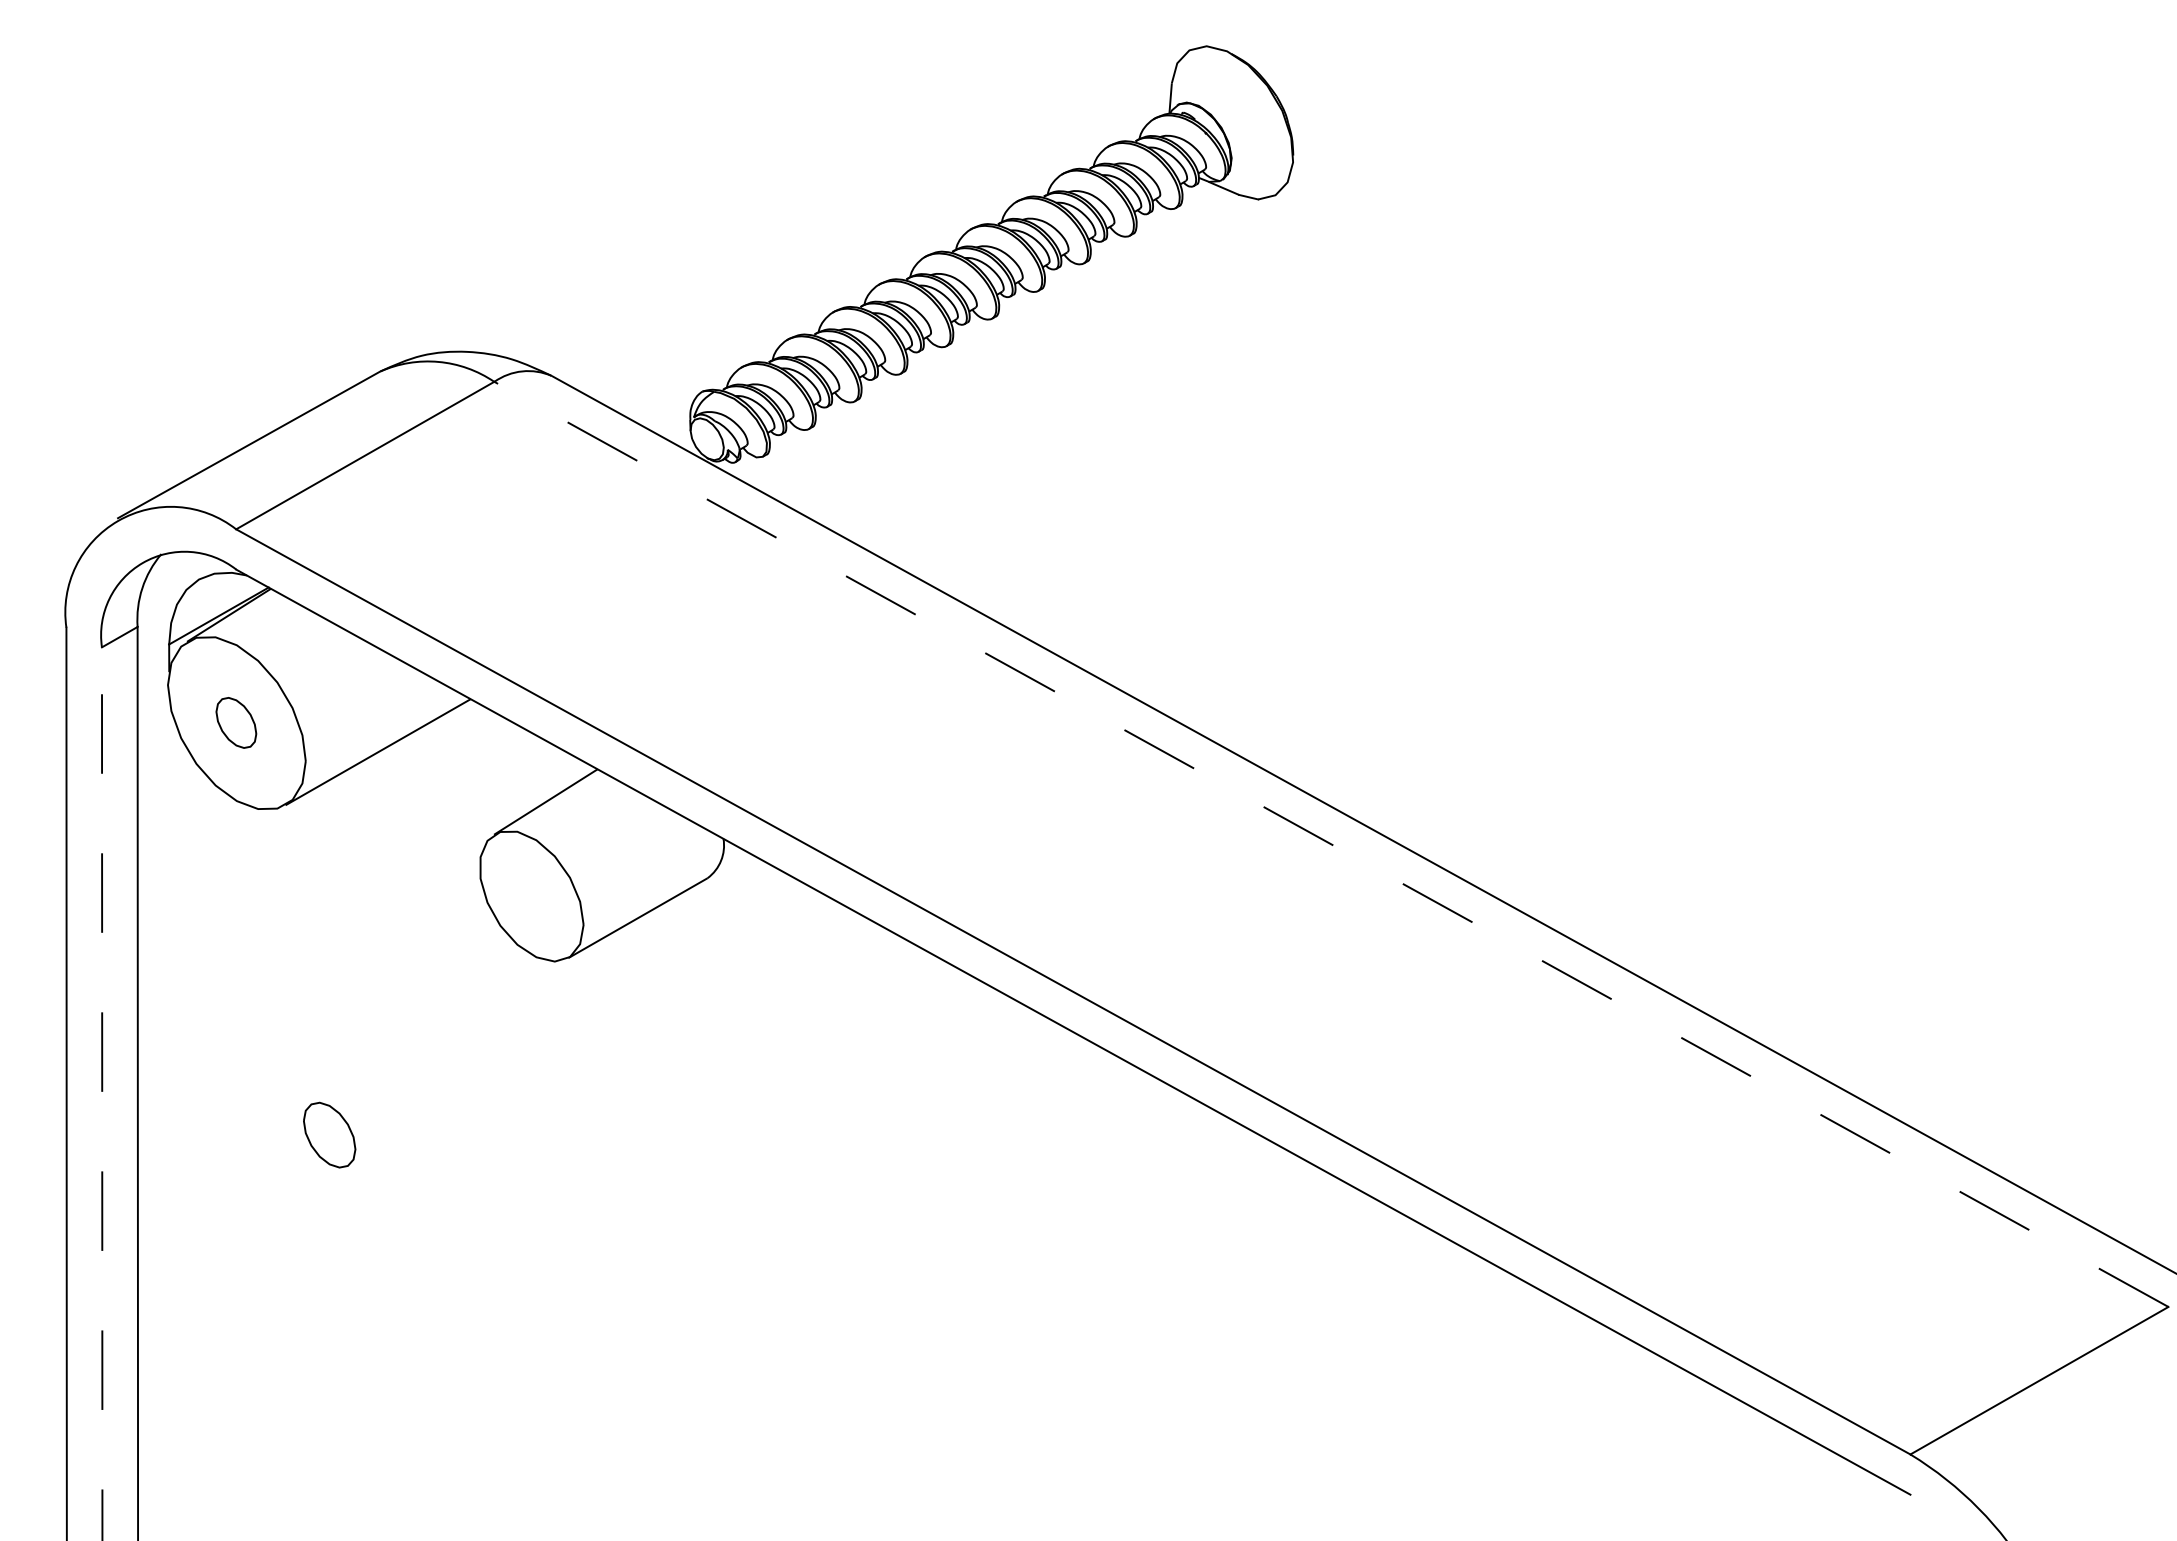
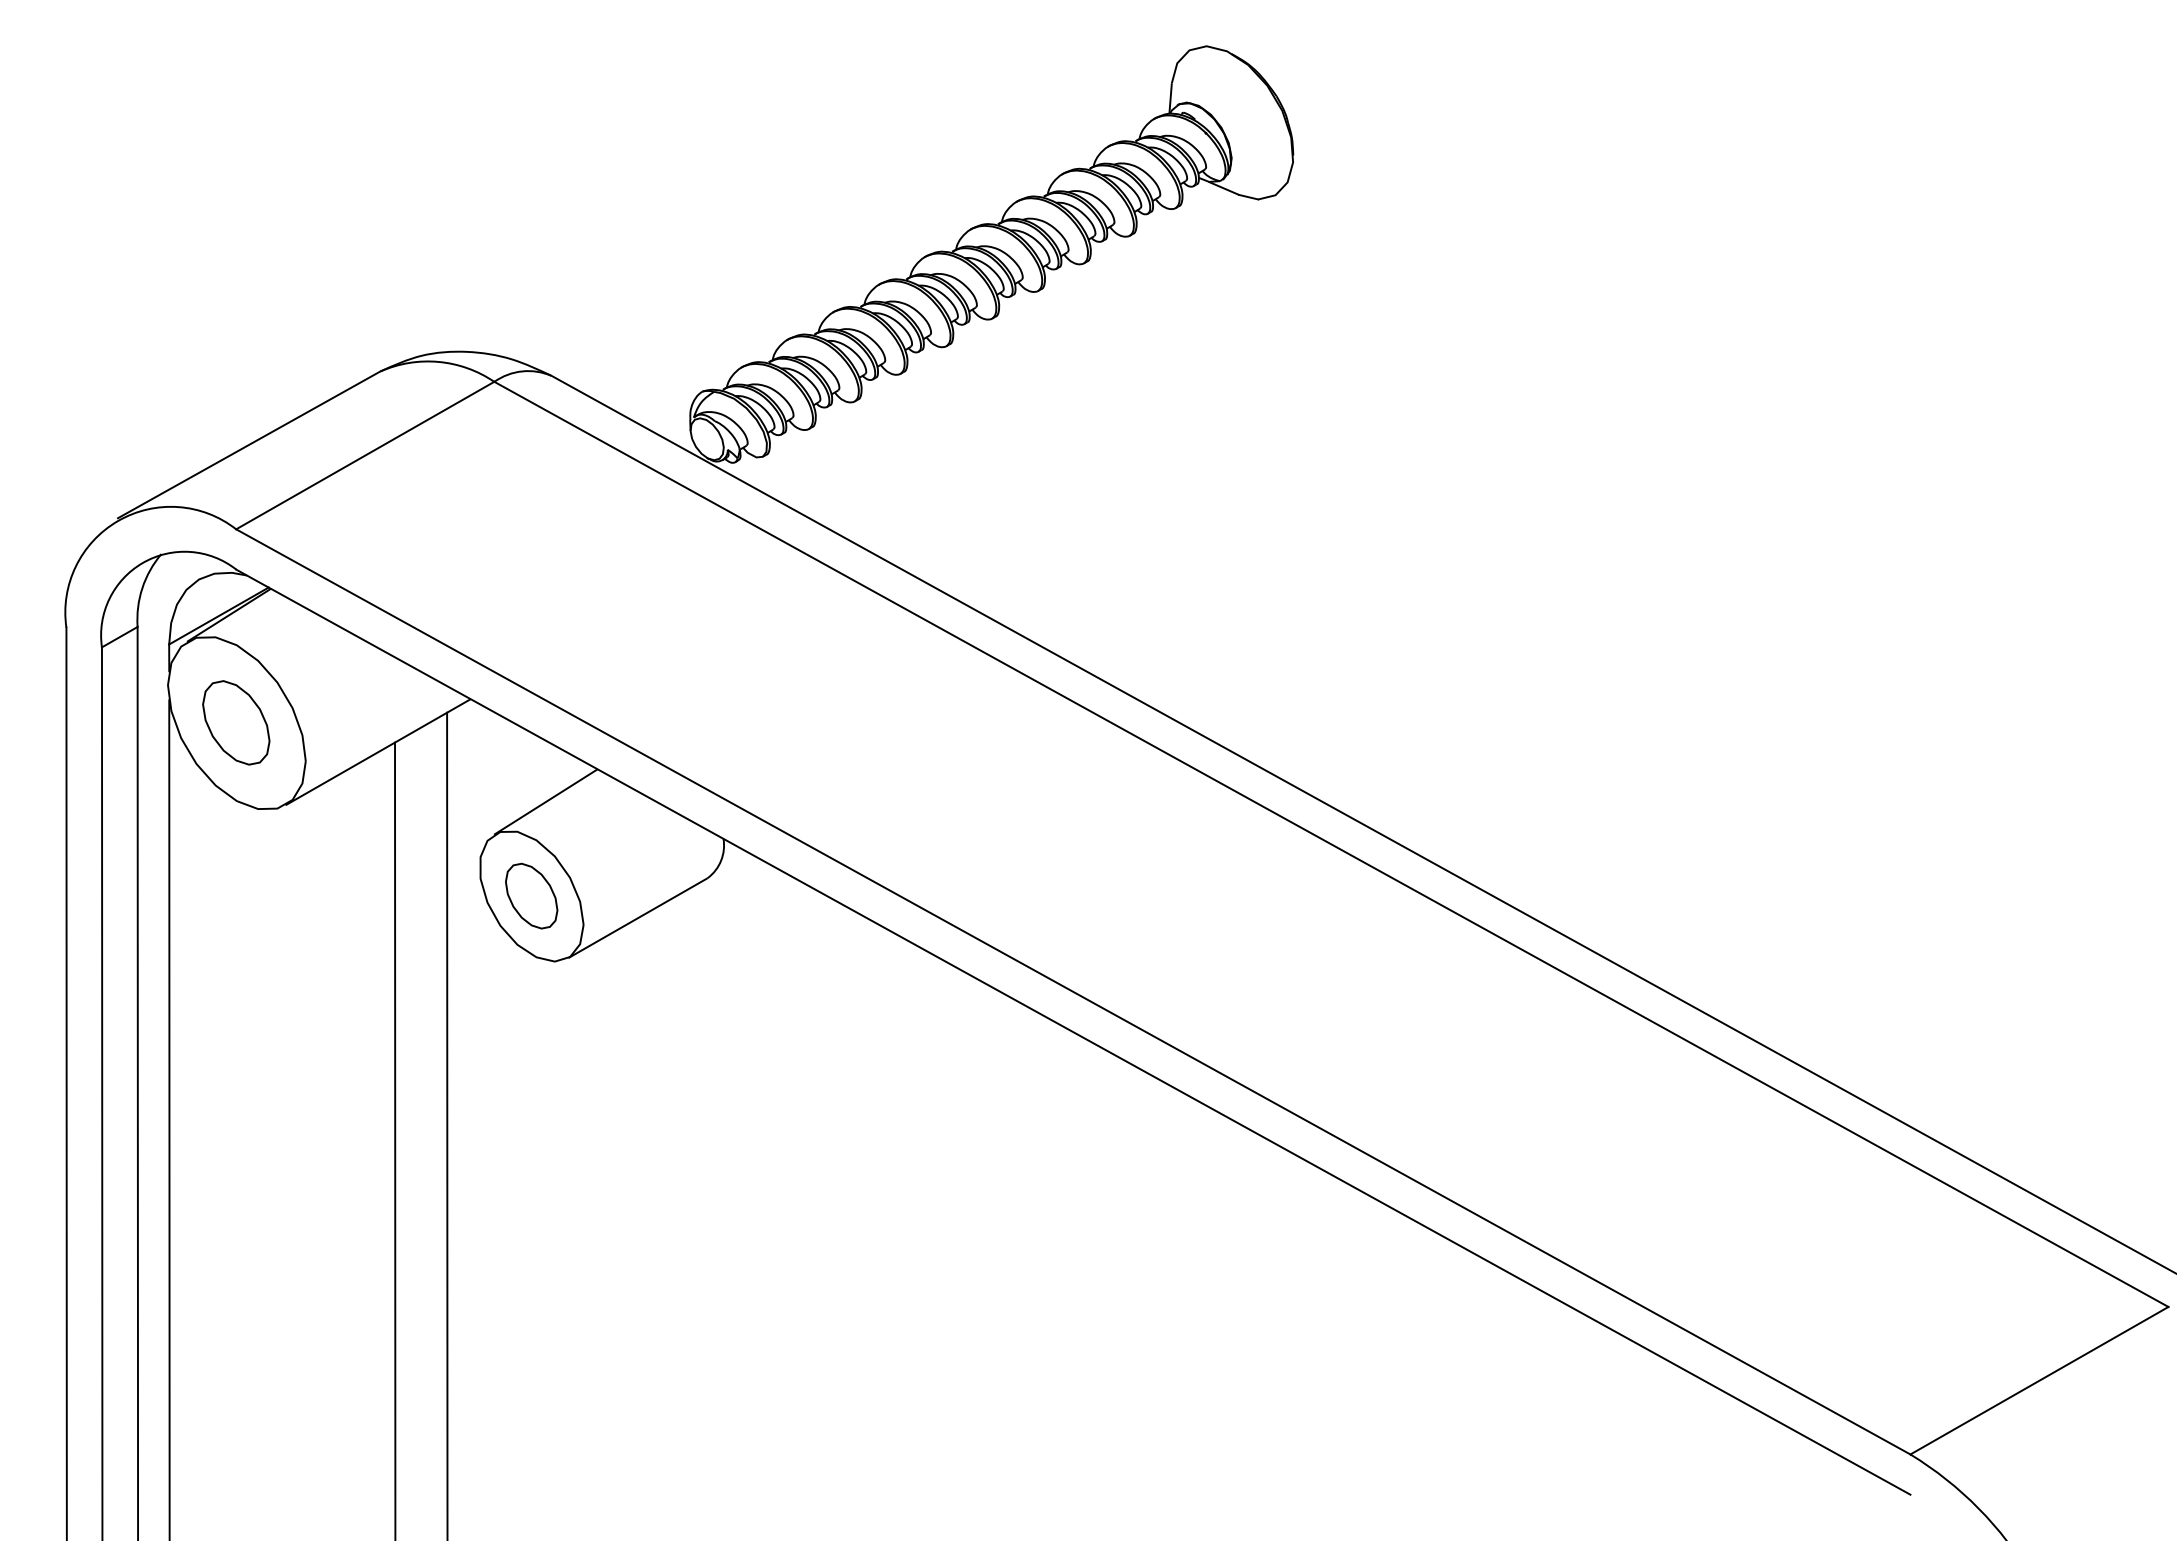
part at (236, 722) size: 43x52 px -> 69x86 px
line at (1330, 844): dashed -> solid
line at (102, 1093): dashed -> solid
line at (169, 1118): none -> present
line at (447, 1124): none -> present
part at (329, 1134) position: (329, 1134) -> (531, 895)
line at (395, 1139): none -> present
